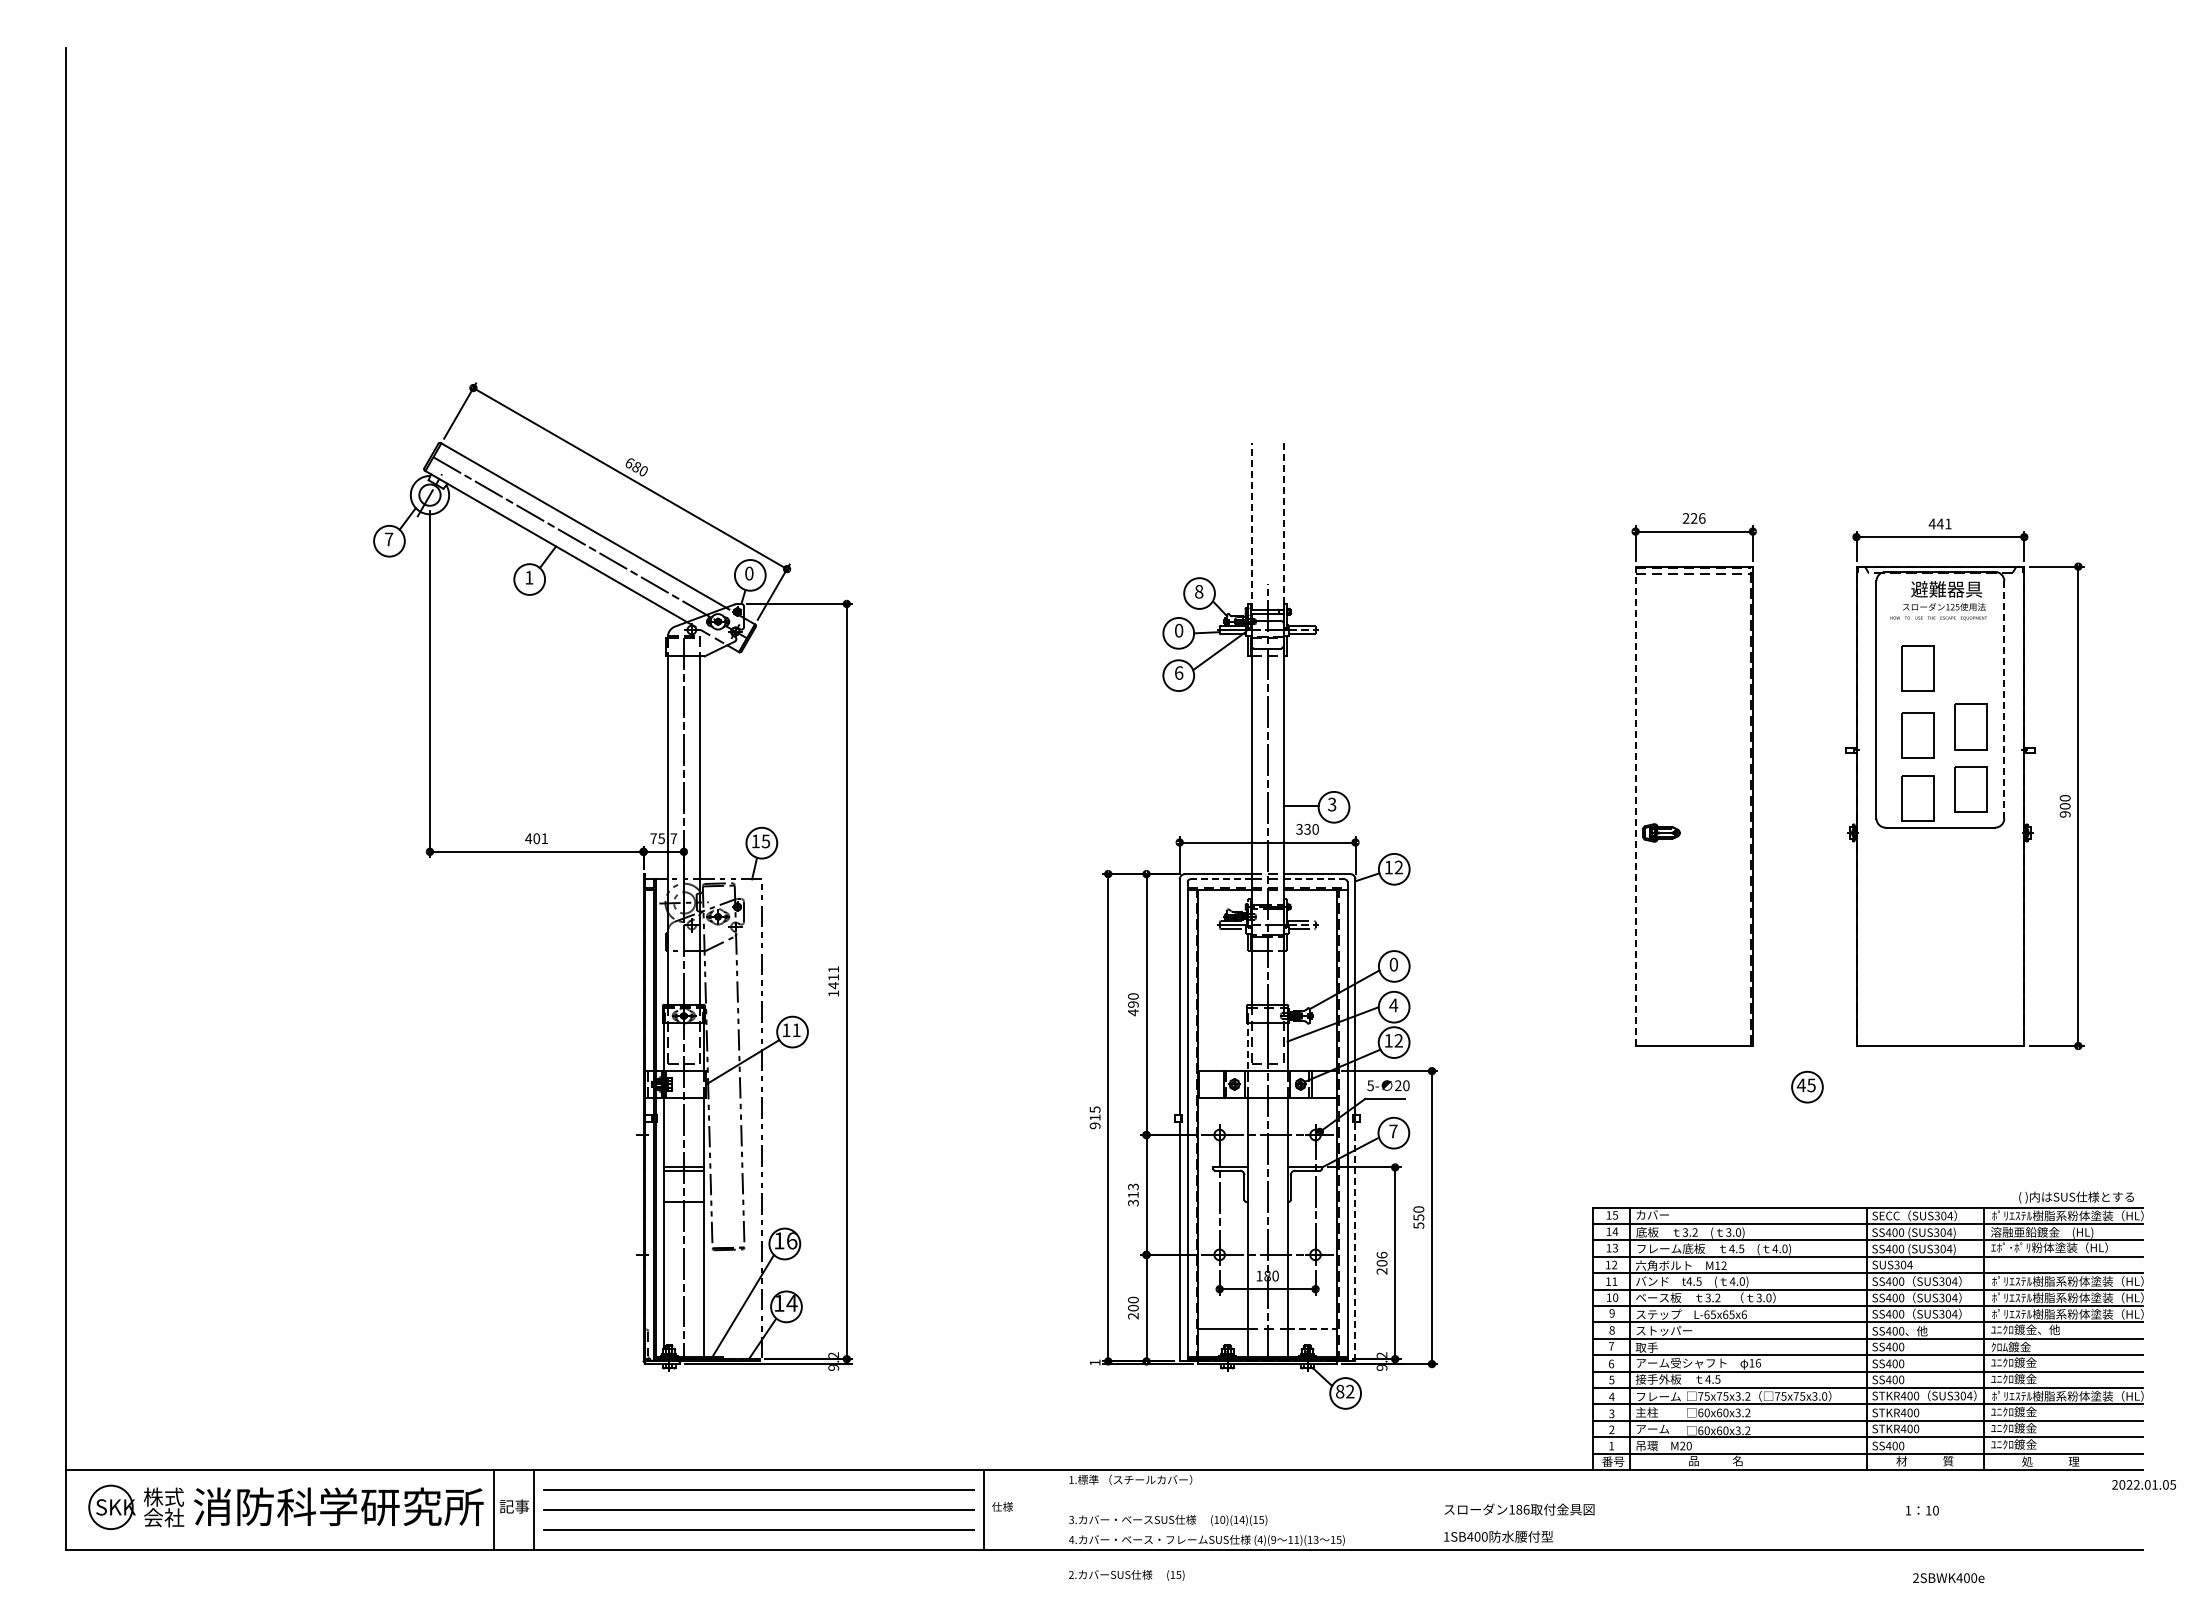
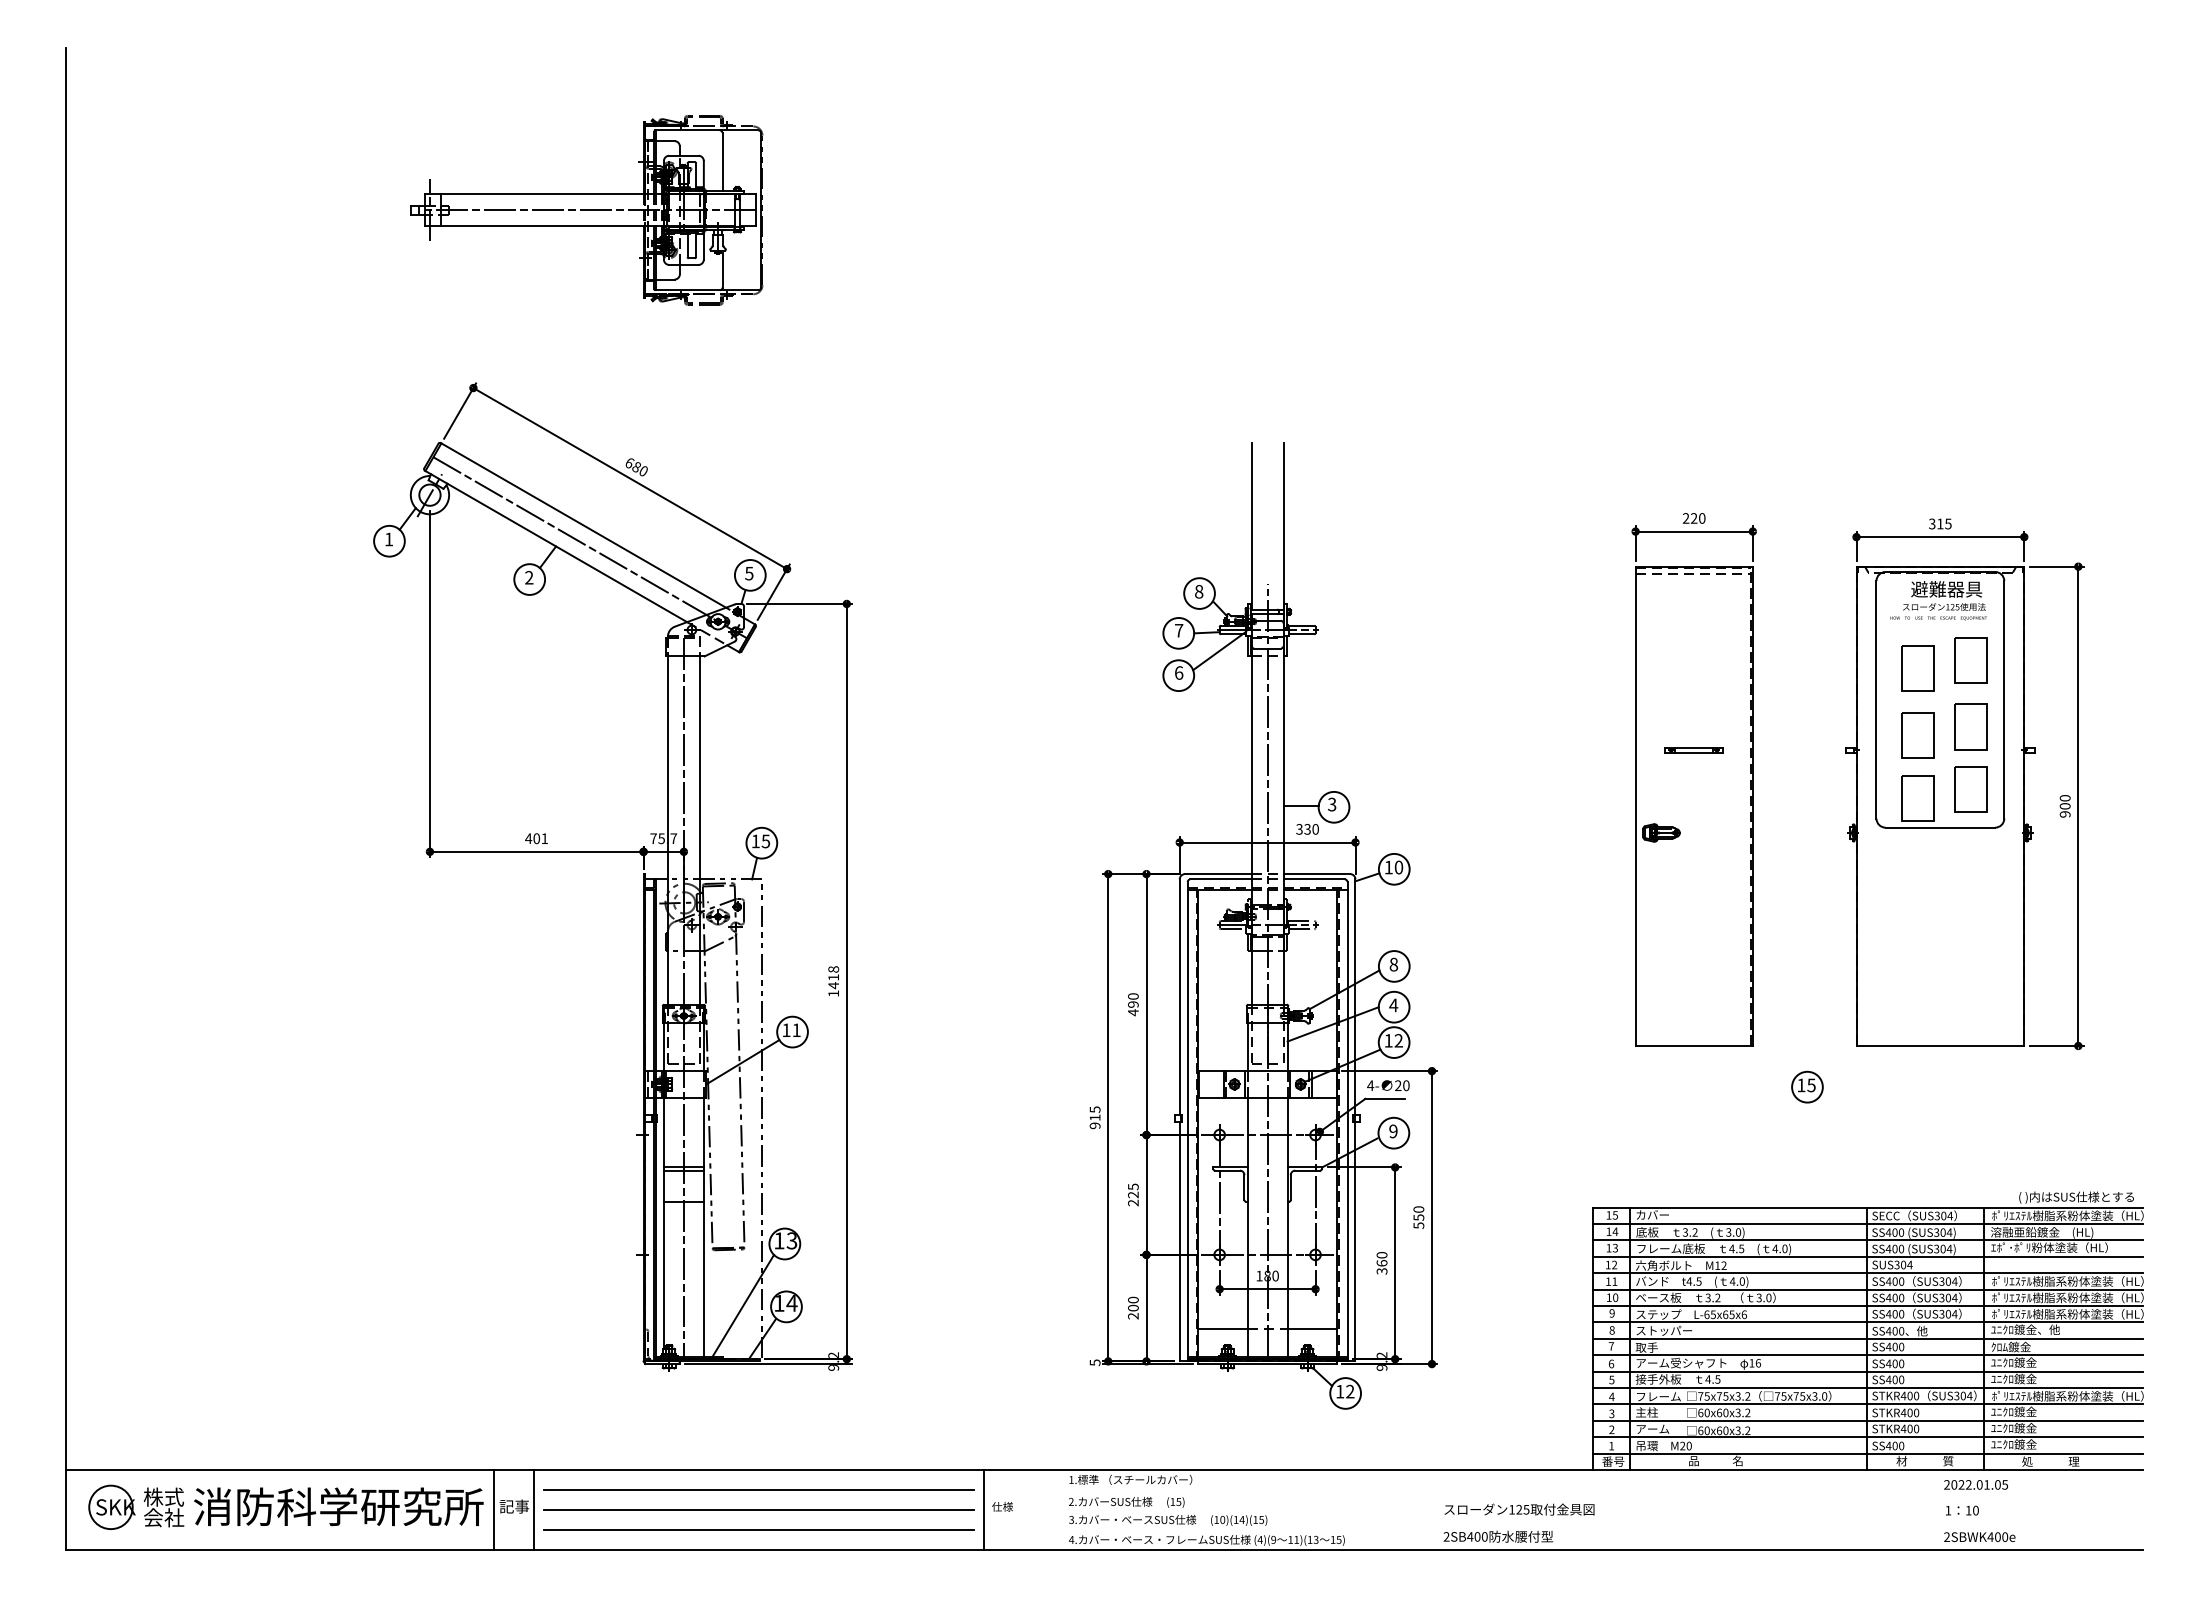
part at (586, 210): none -> present
text at (1702, 518): 226 -> 220
text at (1939, 523): 441 -> 315
line at (1251, 525): dashed -> solid
line at (1283, 526): dashed -> solid
text at (389, 539): 7 -> 1
text at (749, 573): 0 -> 5
text at (529, 577): 1 -> 2
text at (1179, 630): 0 -> 7
part at (1970, 660): none -> present
line at (2004, 699): dashed -> solid
part at (1693, 750): none -> present
line at (1635, 806): dashed -> solid
text at (1398, 867): 12 -> 10
line at (1221, 879): dashed -> solid
line at (1314, 879): dashed -> solid
text at (1393, 964): 0 -> 8
text at (833, 969): 1411 -> 1418
line at (1247, 1046): dashed -> solid
text at (1370, 1085): 5- -> 4-
text at (1800, 1085): 45 -> 15
text at (1393, 1131): 7 -> 9
text at (1133, 1194): 313 -> 225
text at (791, 1240): 16 -> 13
line at (1355, 1241): dashed -> solid
text at (1381, 1262): 206 -> 360
line at (1312, 1329): dashed -> solid
text at (1094, 1362): 1 -> 5
text at (1340, 1391): 82 -> 12
text at (2144, 1484) position: (2144, 1484) -> (1976, 1484)
text at (1522, 1509): 186 -> 125
text at (1922, 1510) position: (1922, 1510) -> (1962, 1510)
text at (1446, 1536): 1SB400 -> 2SB400
text at (1126, 1574) position: (1126, 1574) -> (1126, 1501)
text at (1948, 1577) position: (1948, 1577) -> (1979, 1536)
